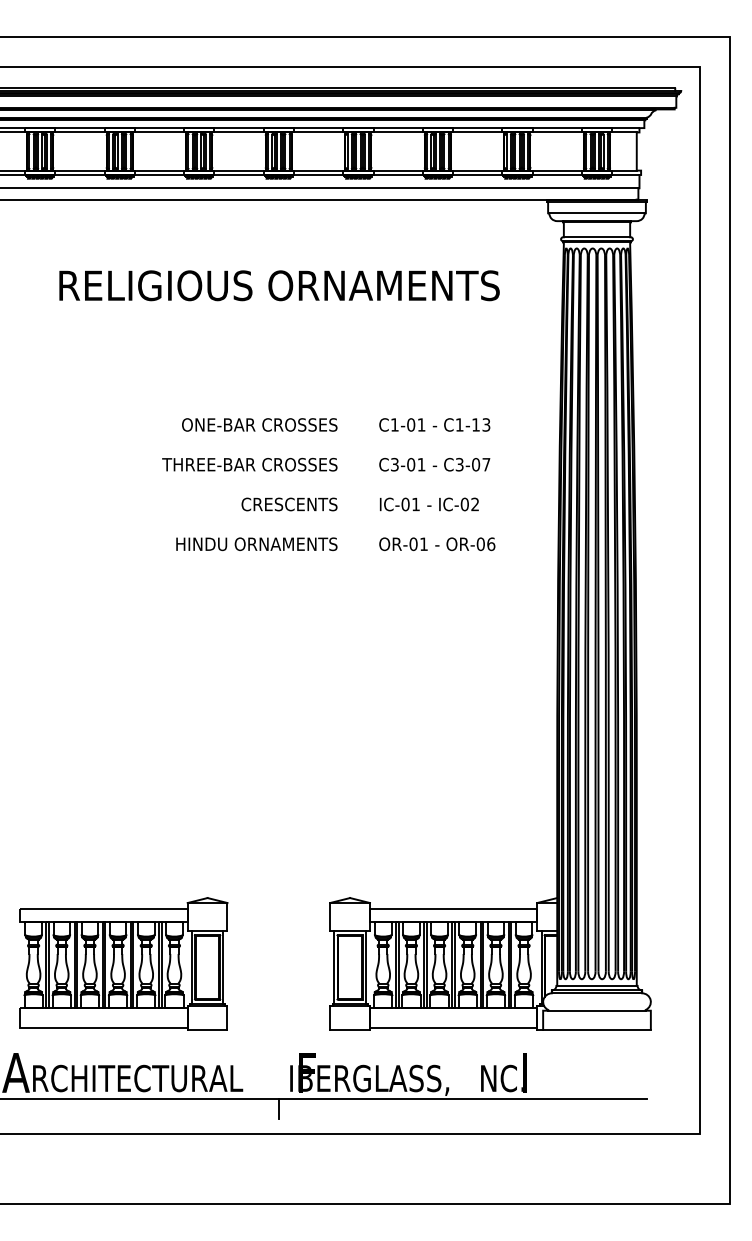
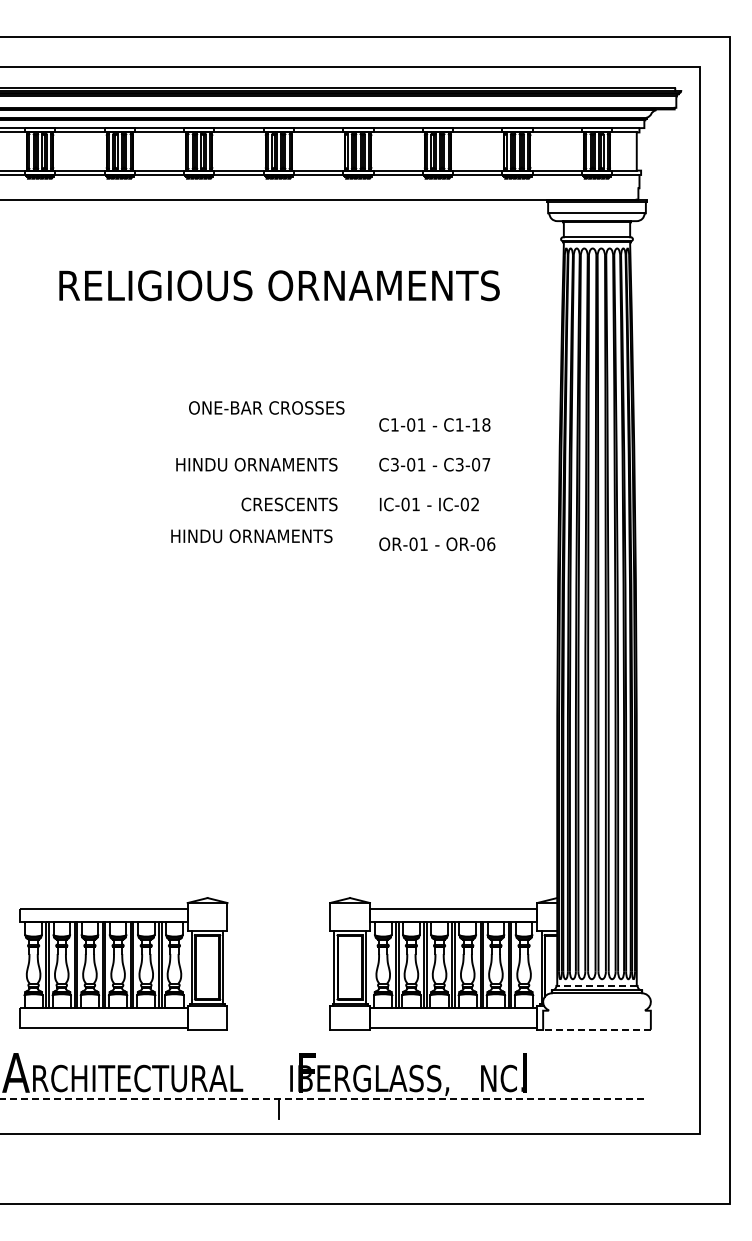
line at (320, 188): present -> none
text at (259, 424) position: (259, 424) -> (266, 407)
text at (486, 424): C1-13 -> C1-18
text at (245, 464): THREE-BAR CROSSES -> HINDU ORNAMENTS
text at (256, 544) position: (256, 544) -> (251, 536)
line at (597, 985): solid -> dashed
line at (596, 1010): present -> none
line at (597, 1029): solid -> dashed
line at (323, 1099): solid -> dashed
